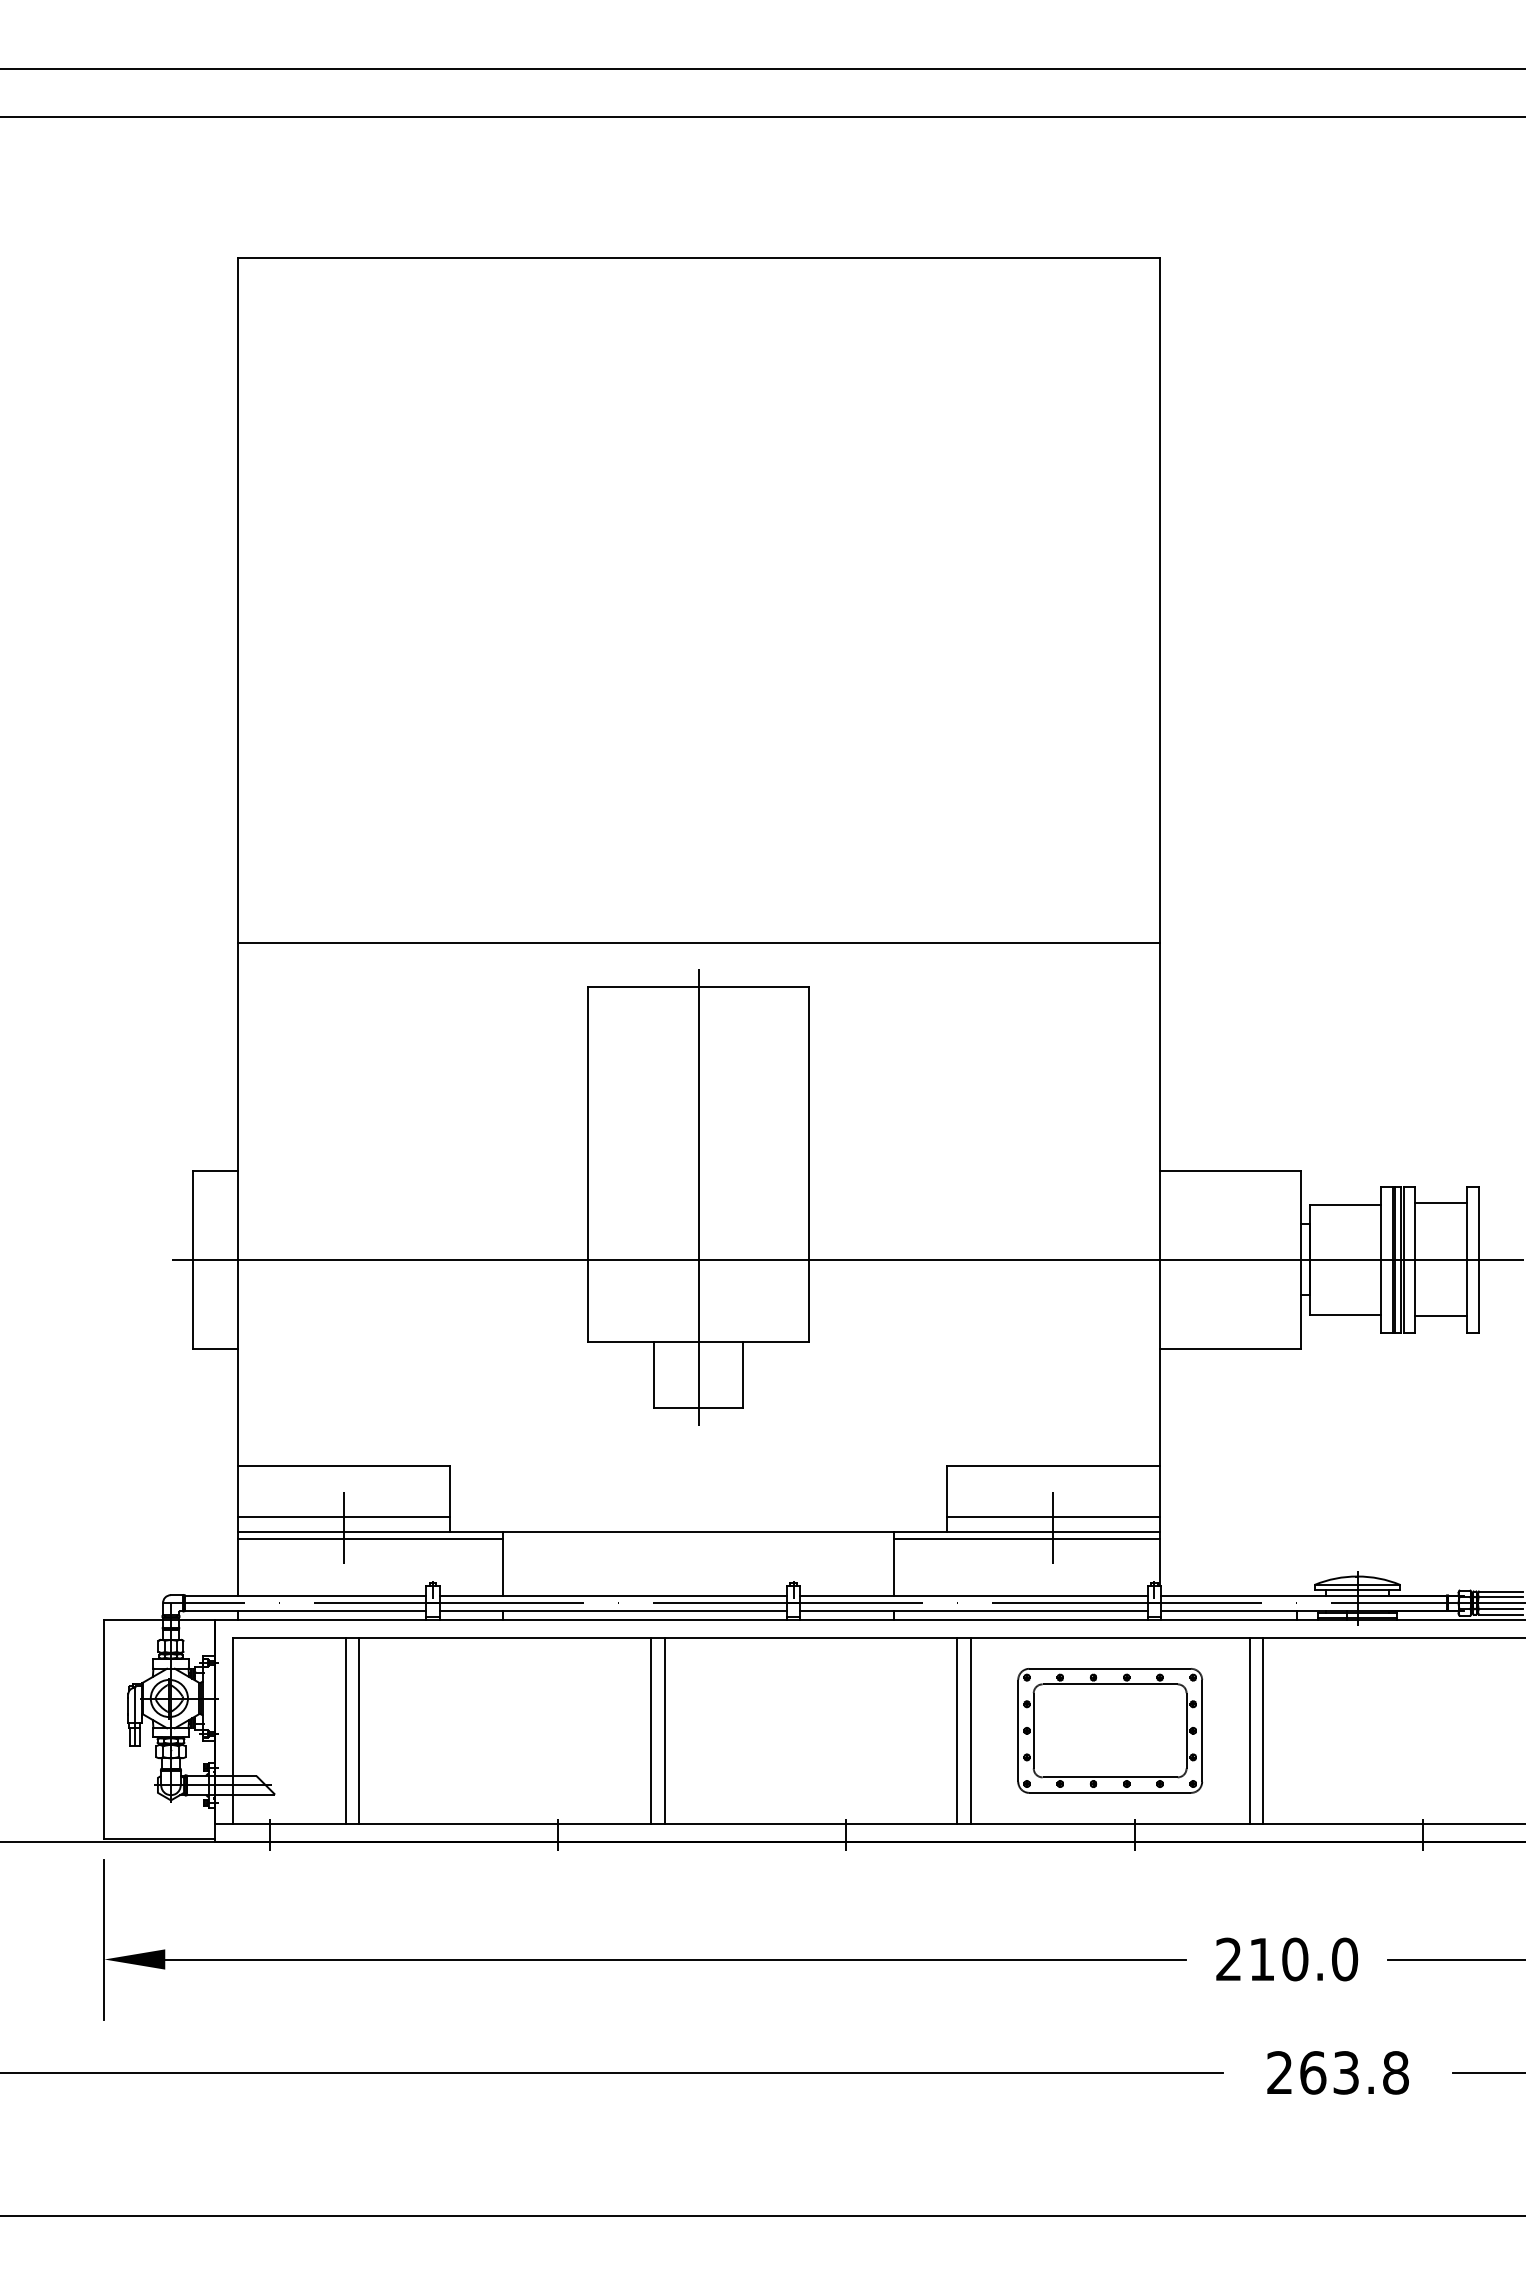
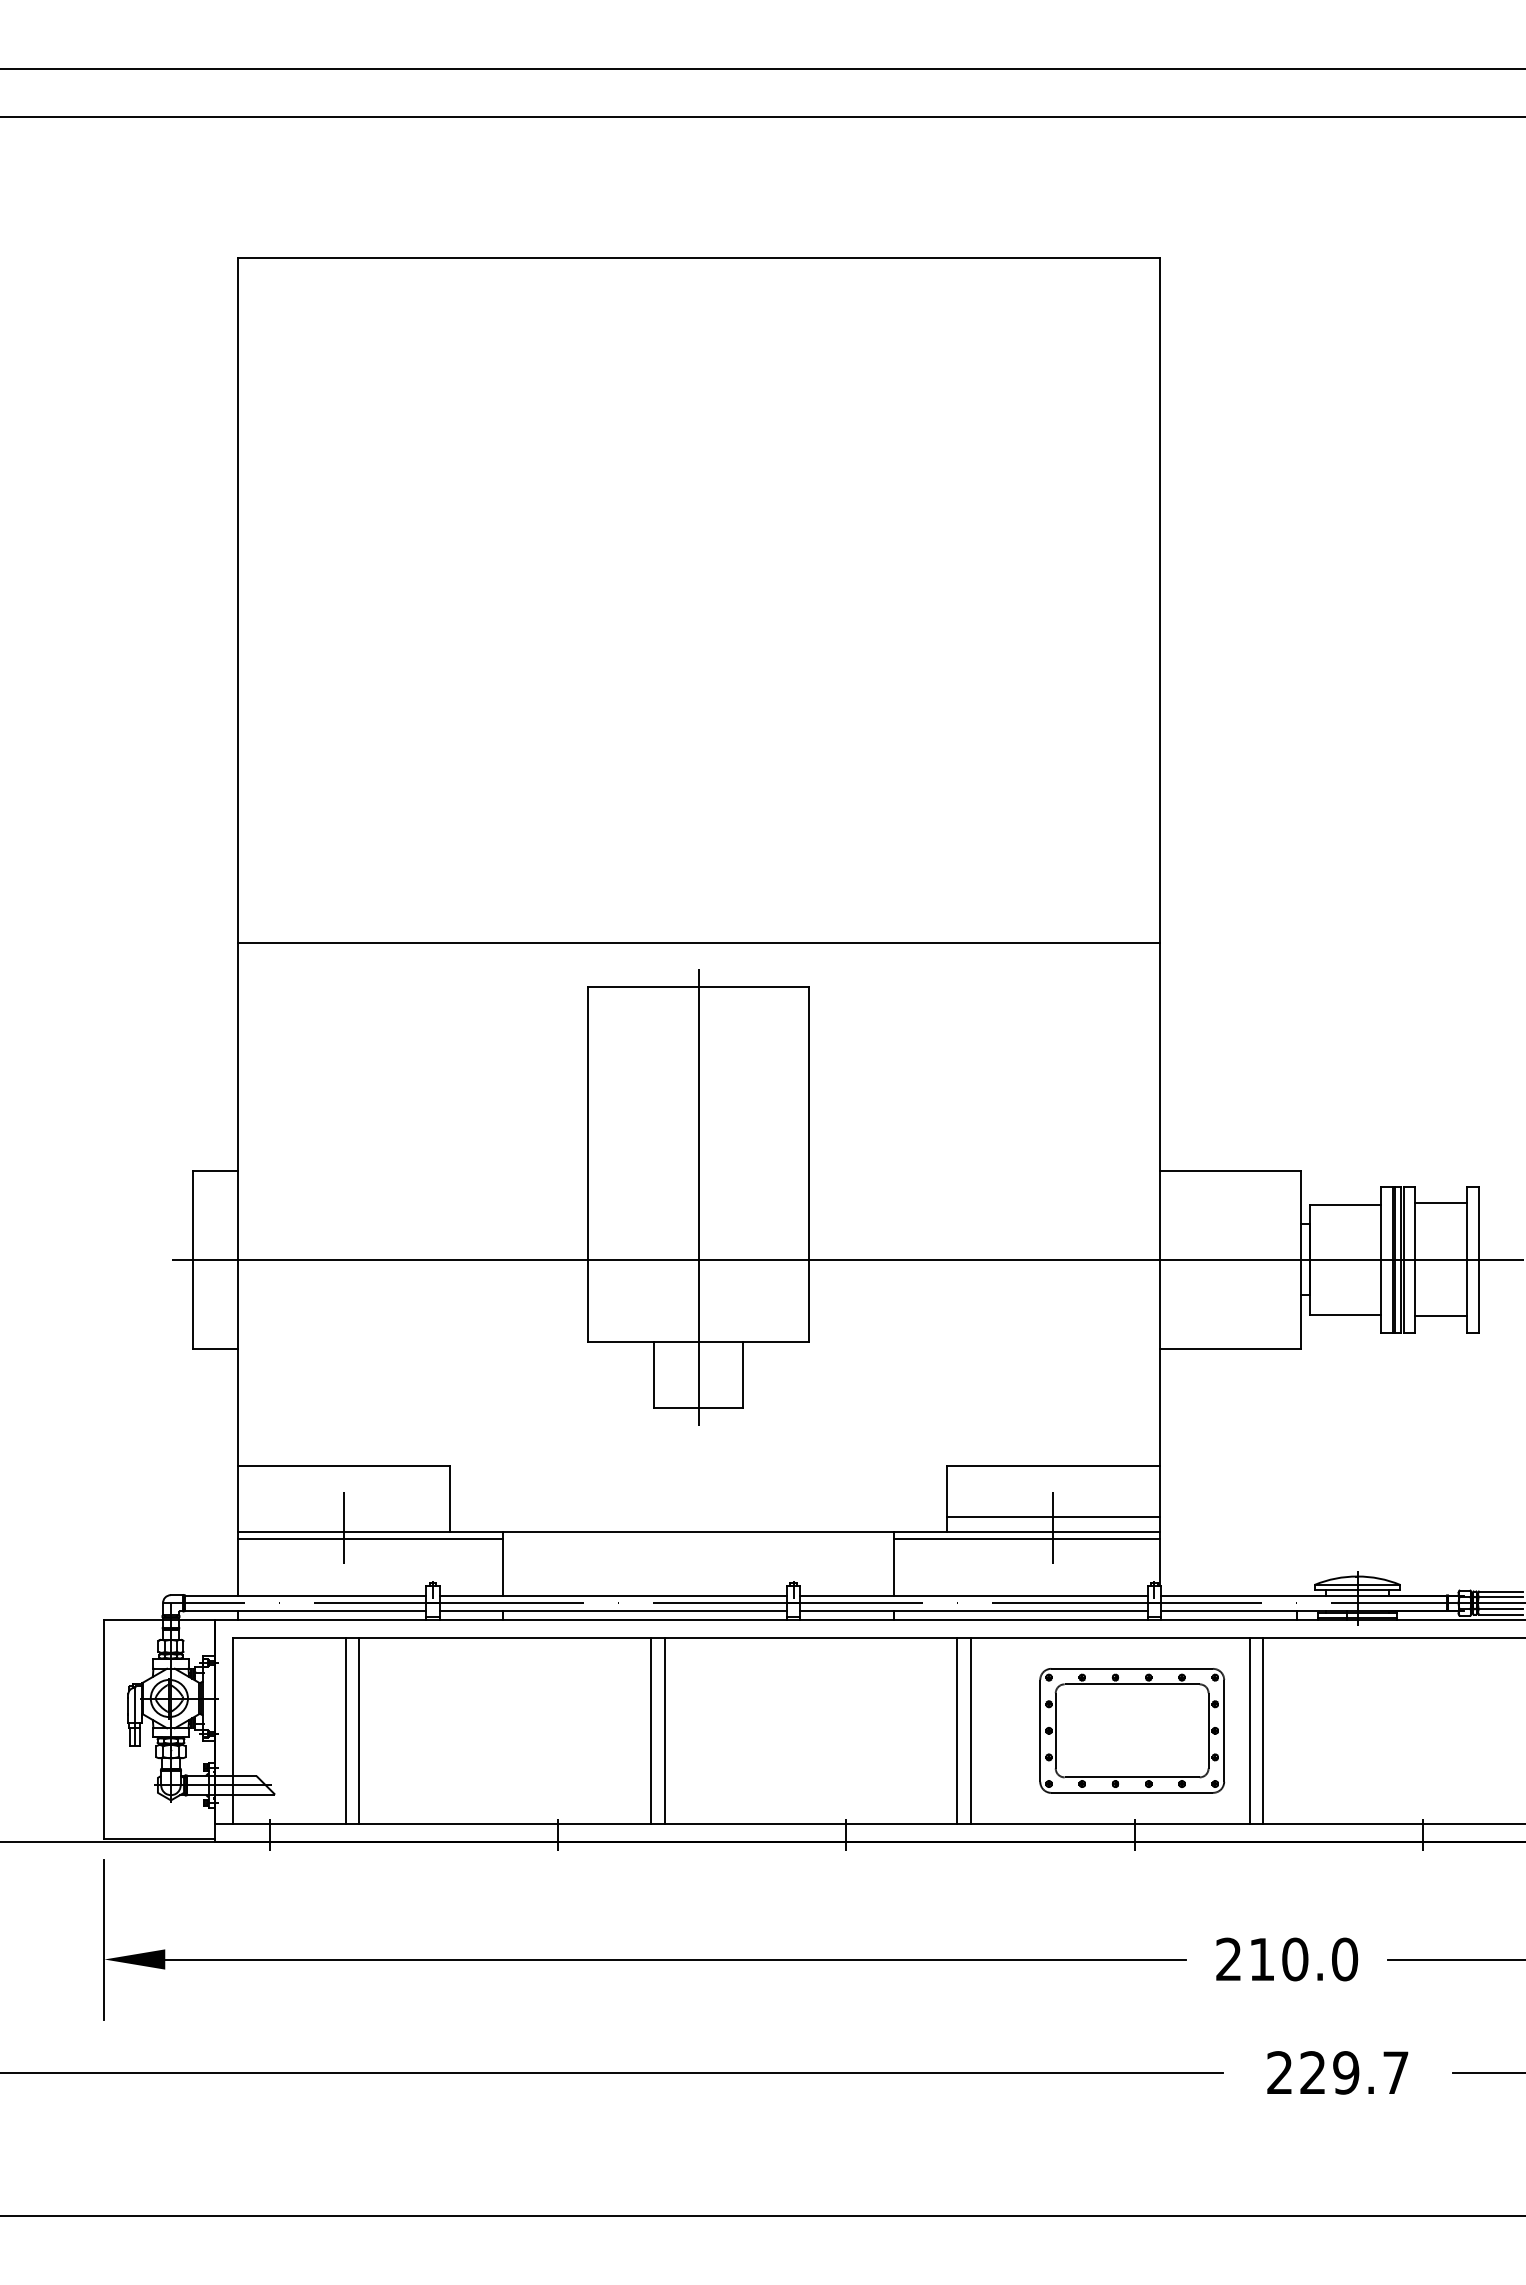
line at (343, 1516): present -> none
part at (1110, 1730) position: (1110, 1730) -> (1132, 1730)
text at (1354, 2072): 263.8 -> 229.7
